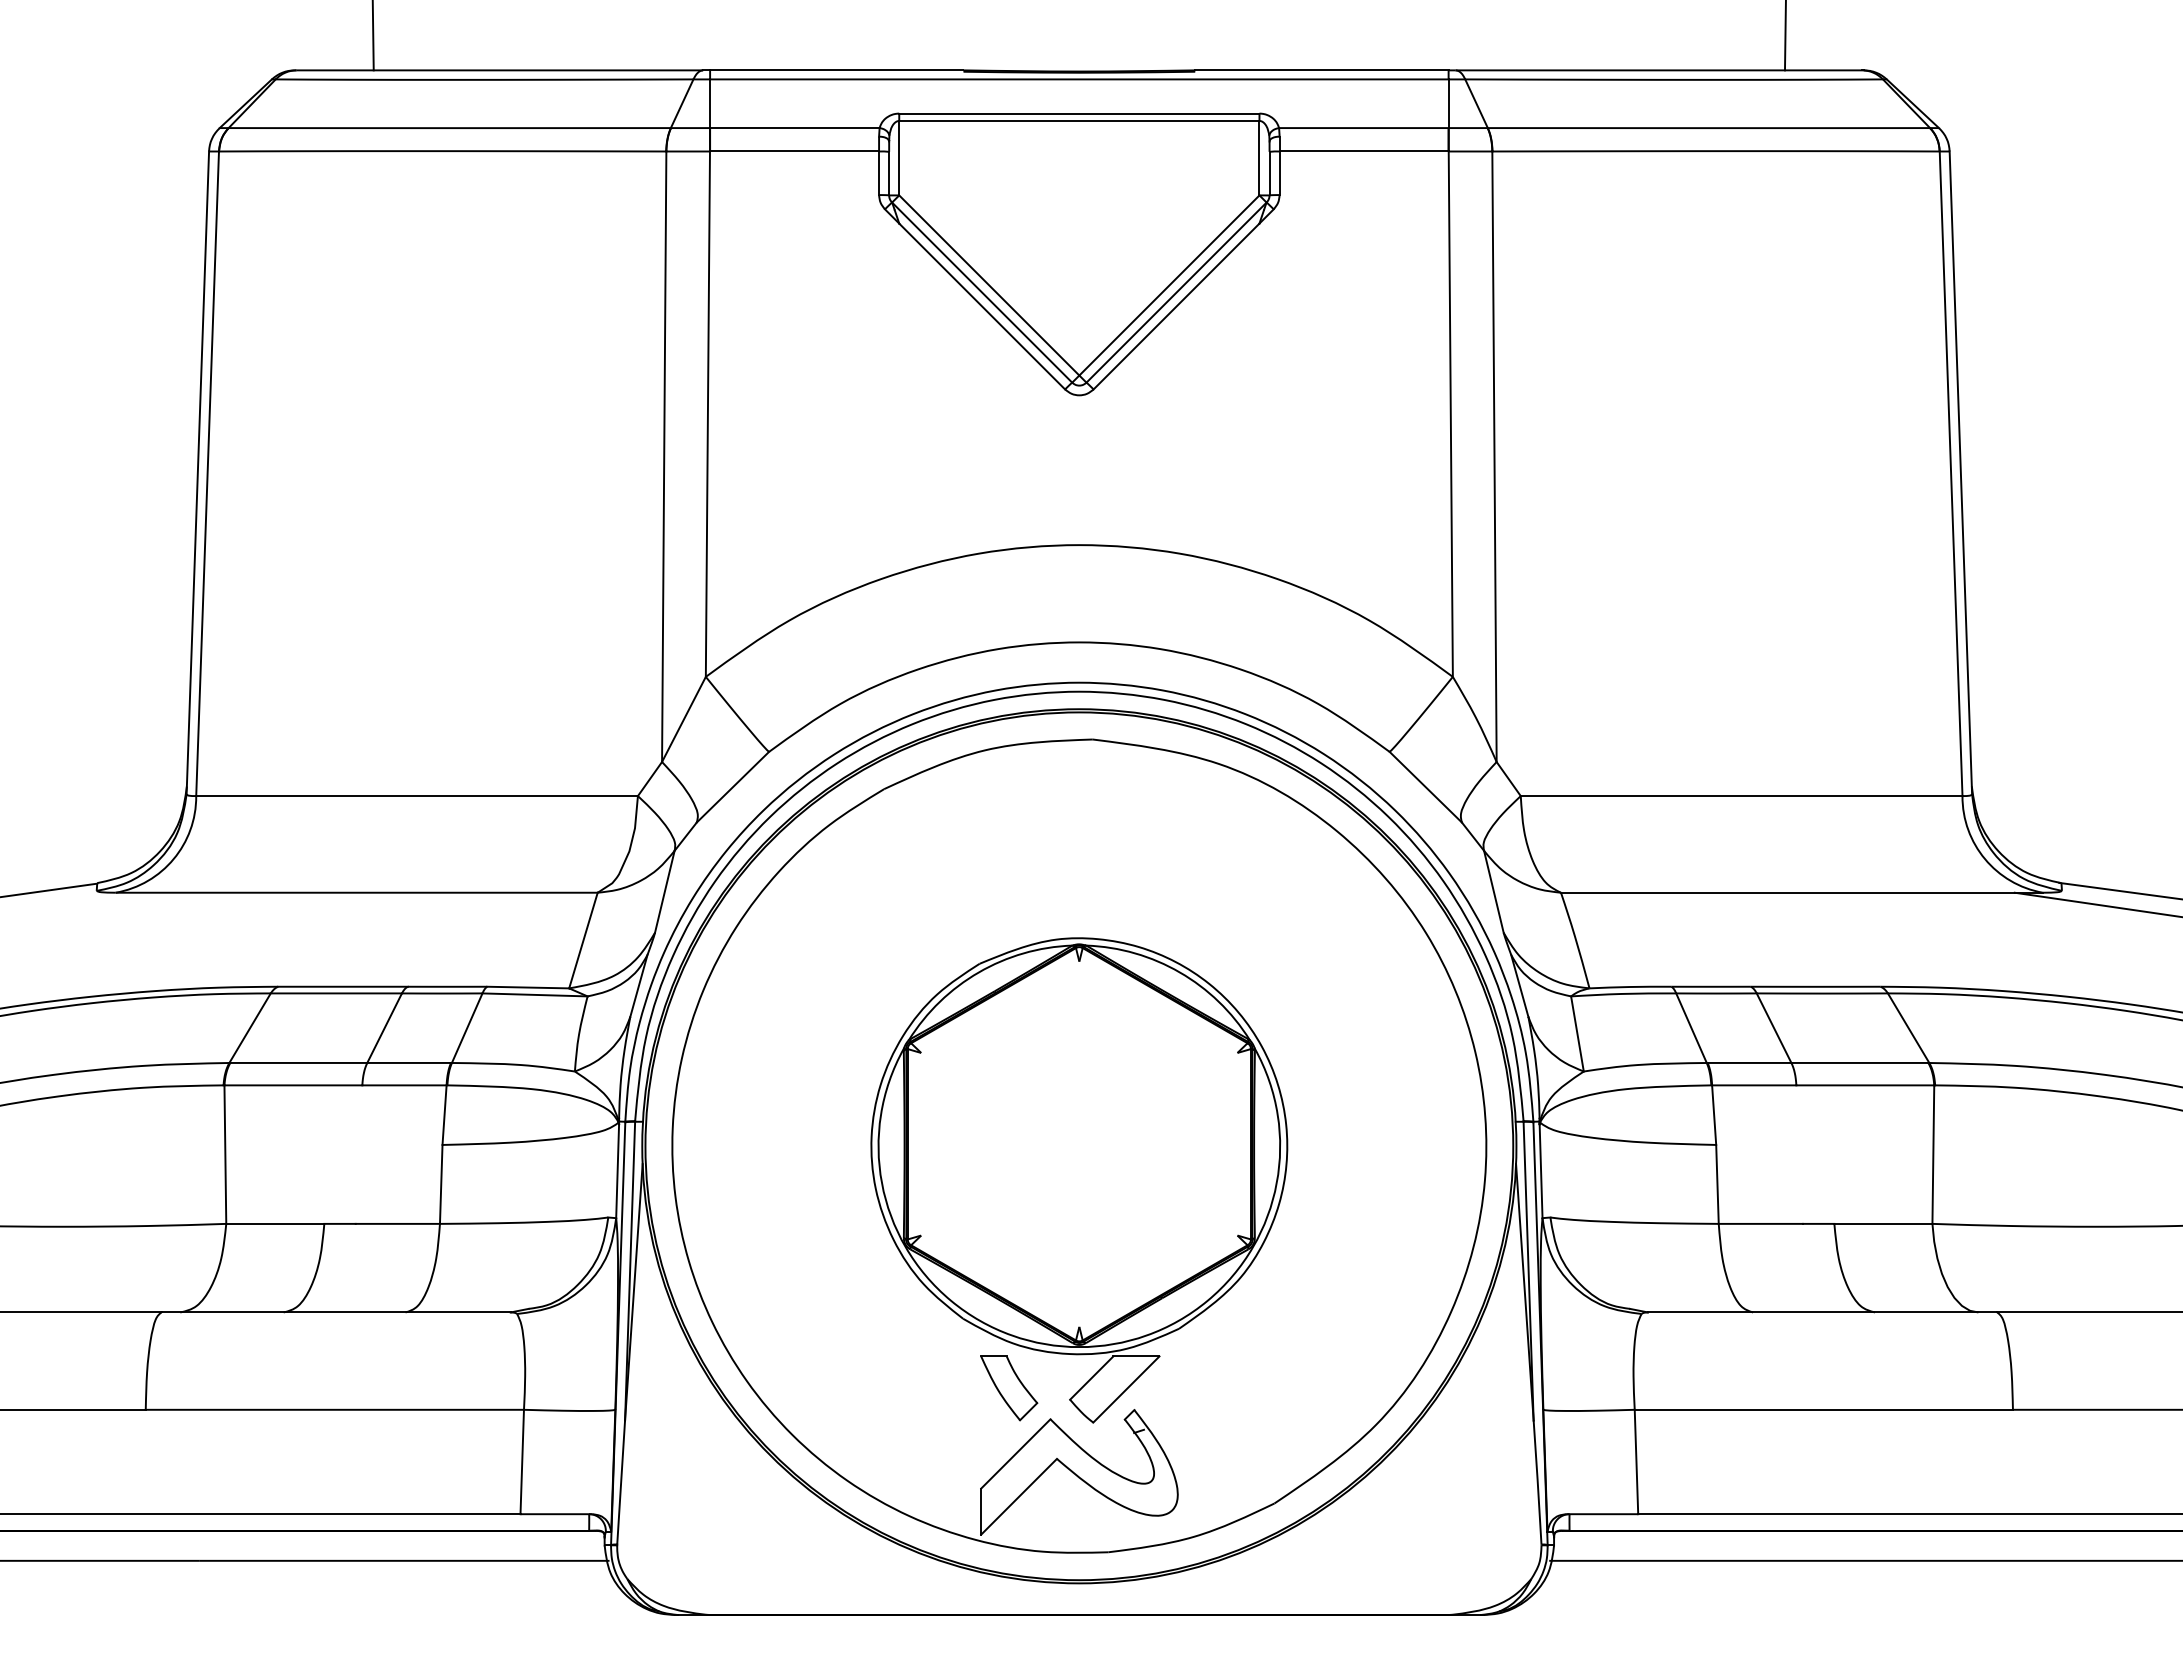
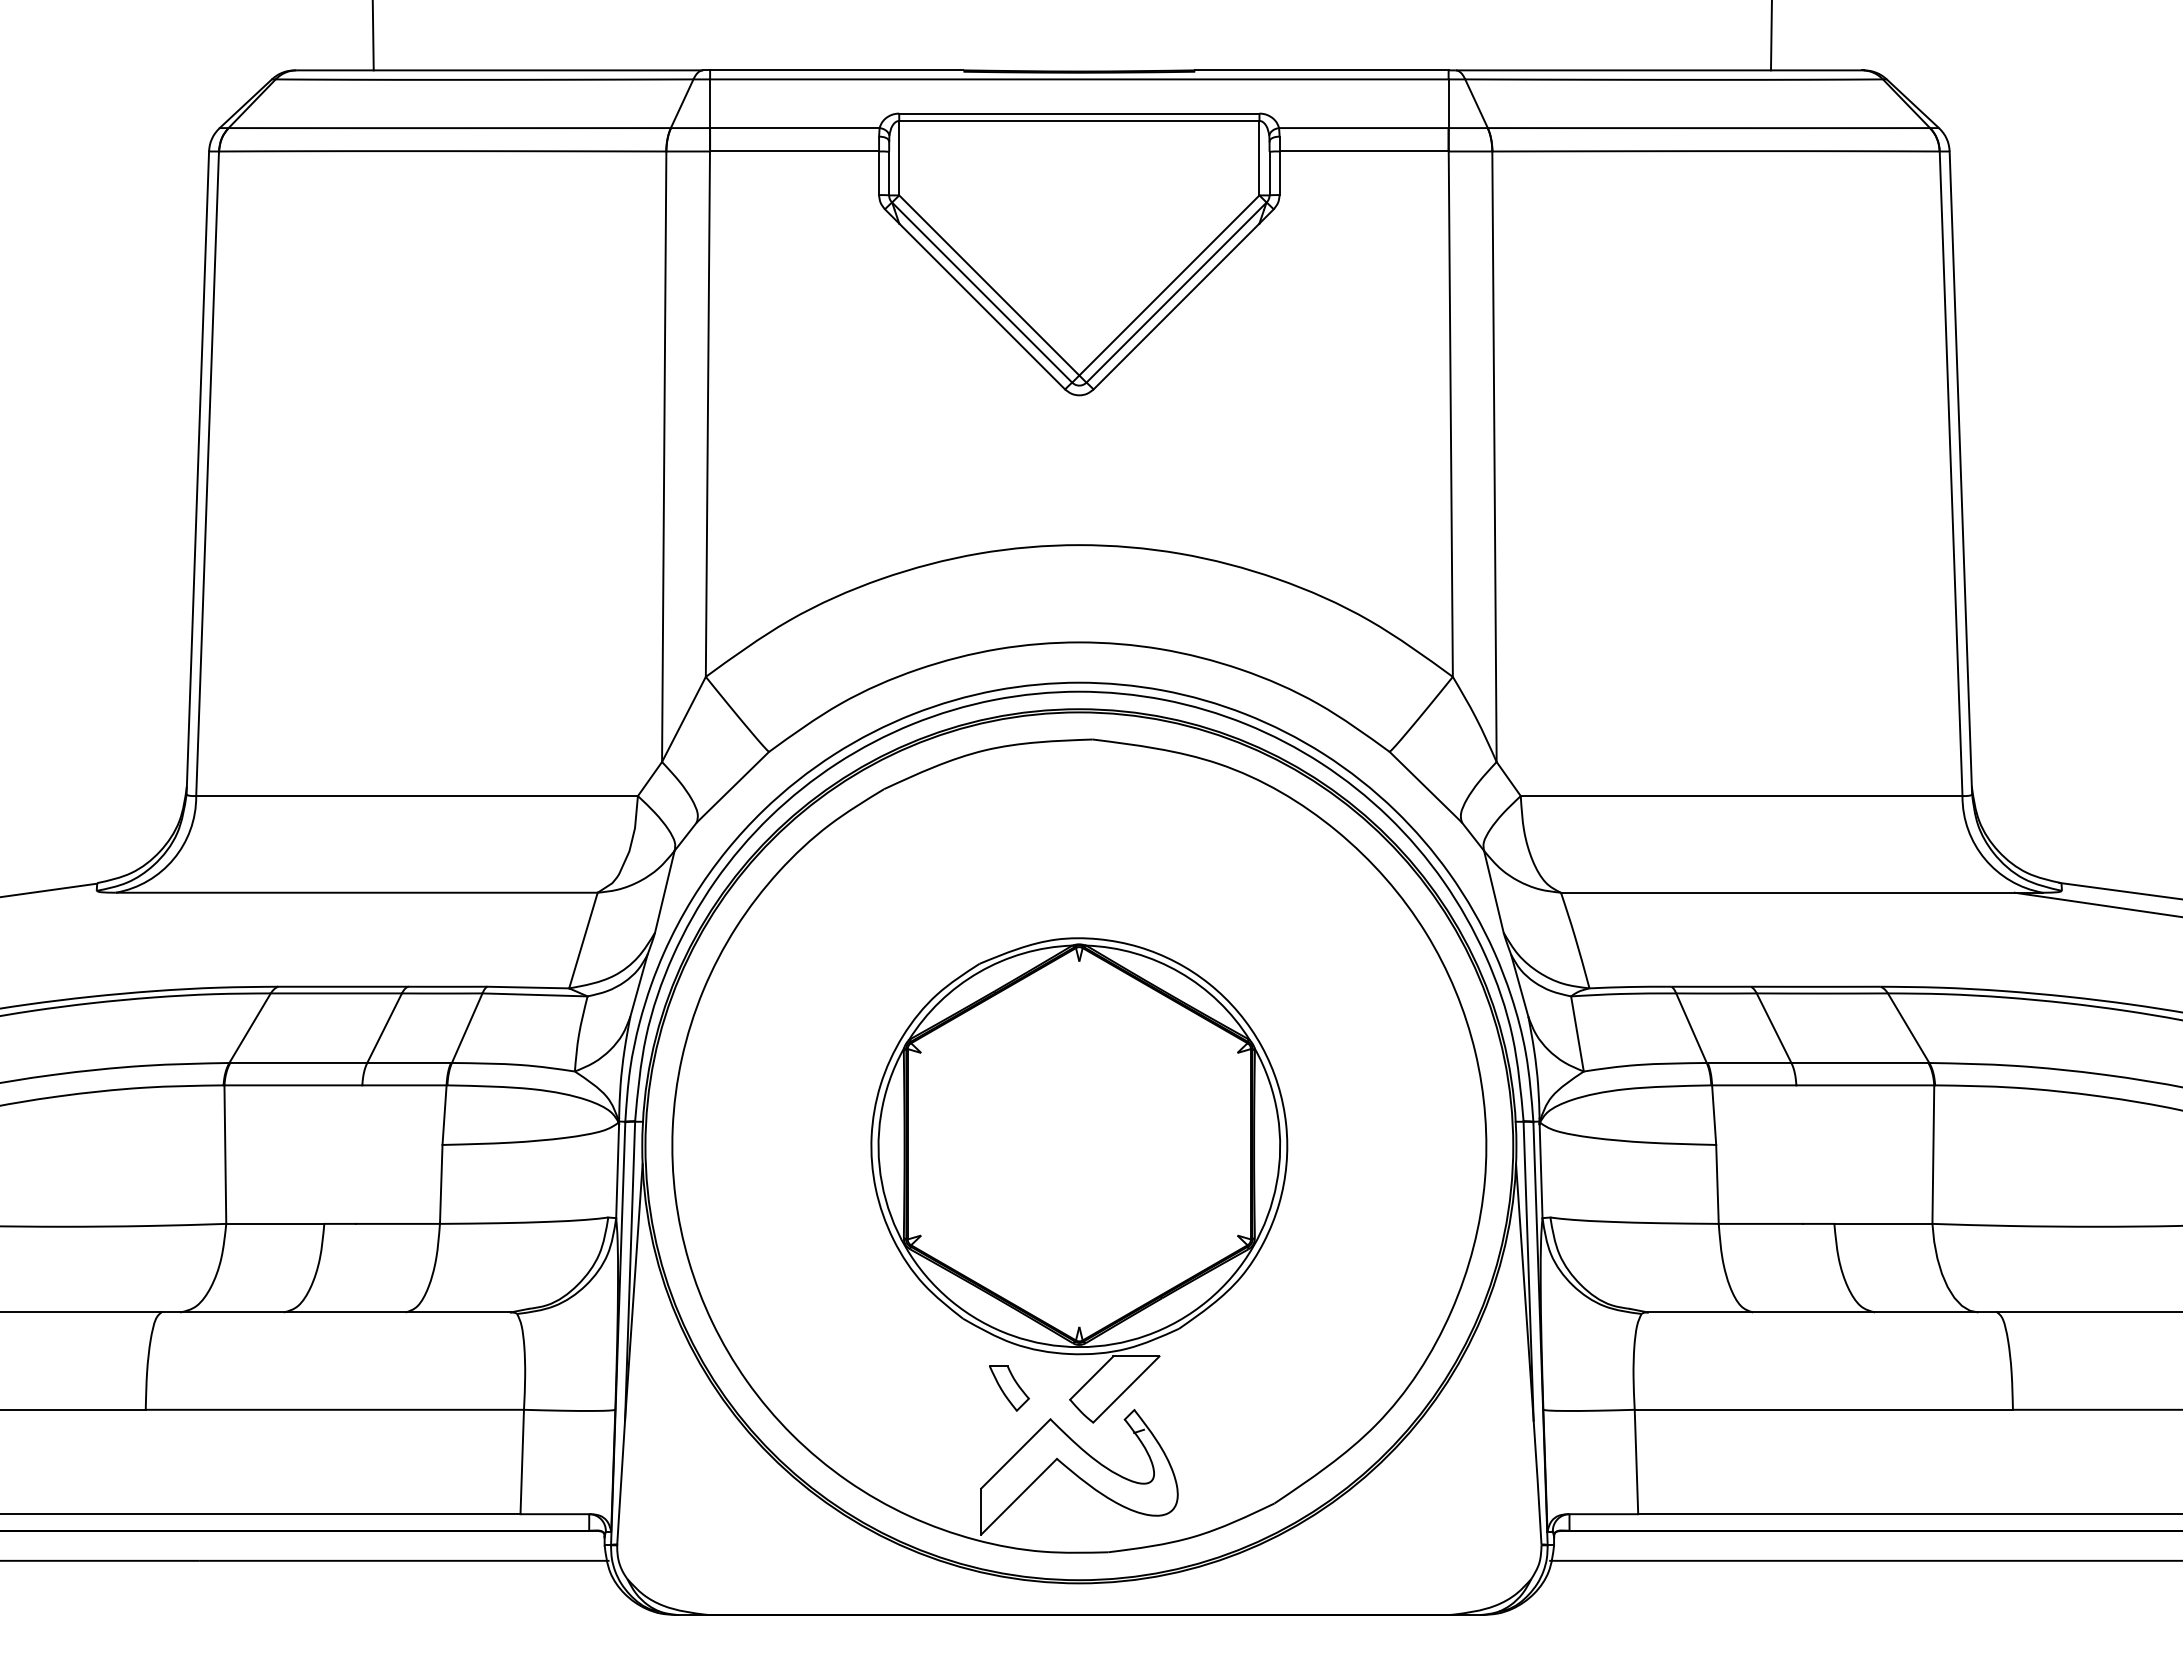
line at (1784, 36) position: (1784, 36) -> (1770, 36)
part at (1009, 1388) size: 59x67 px -> 41x47 px
